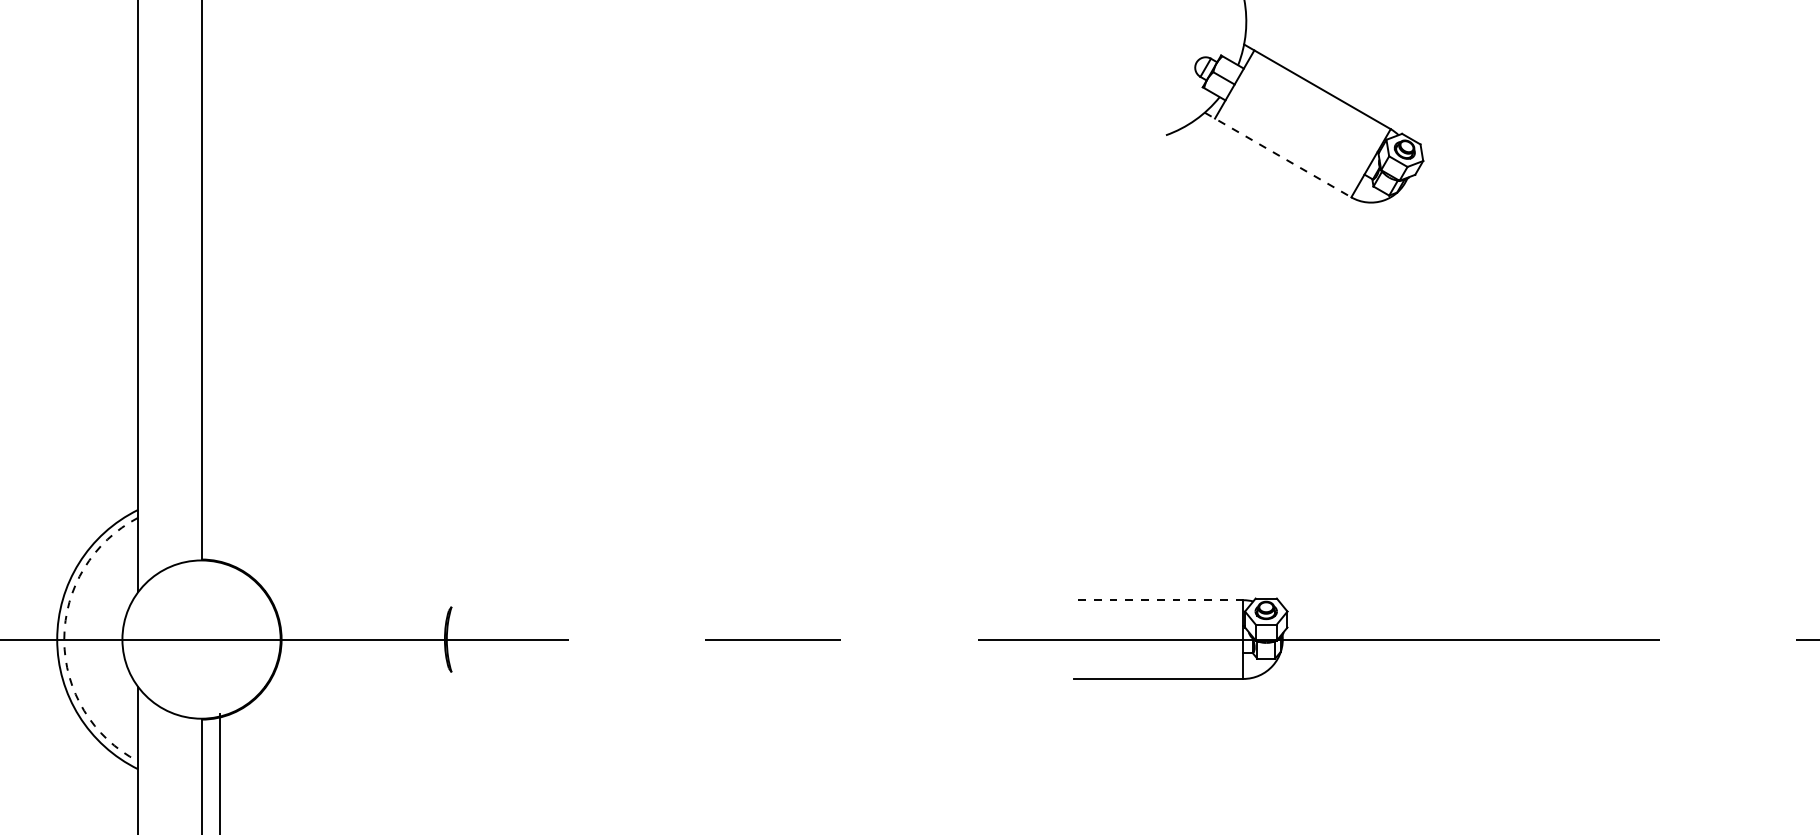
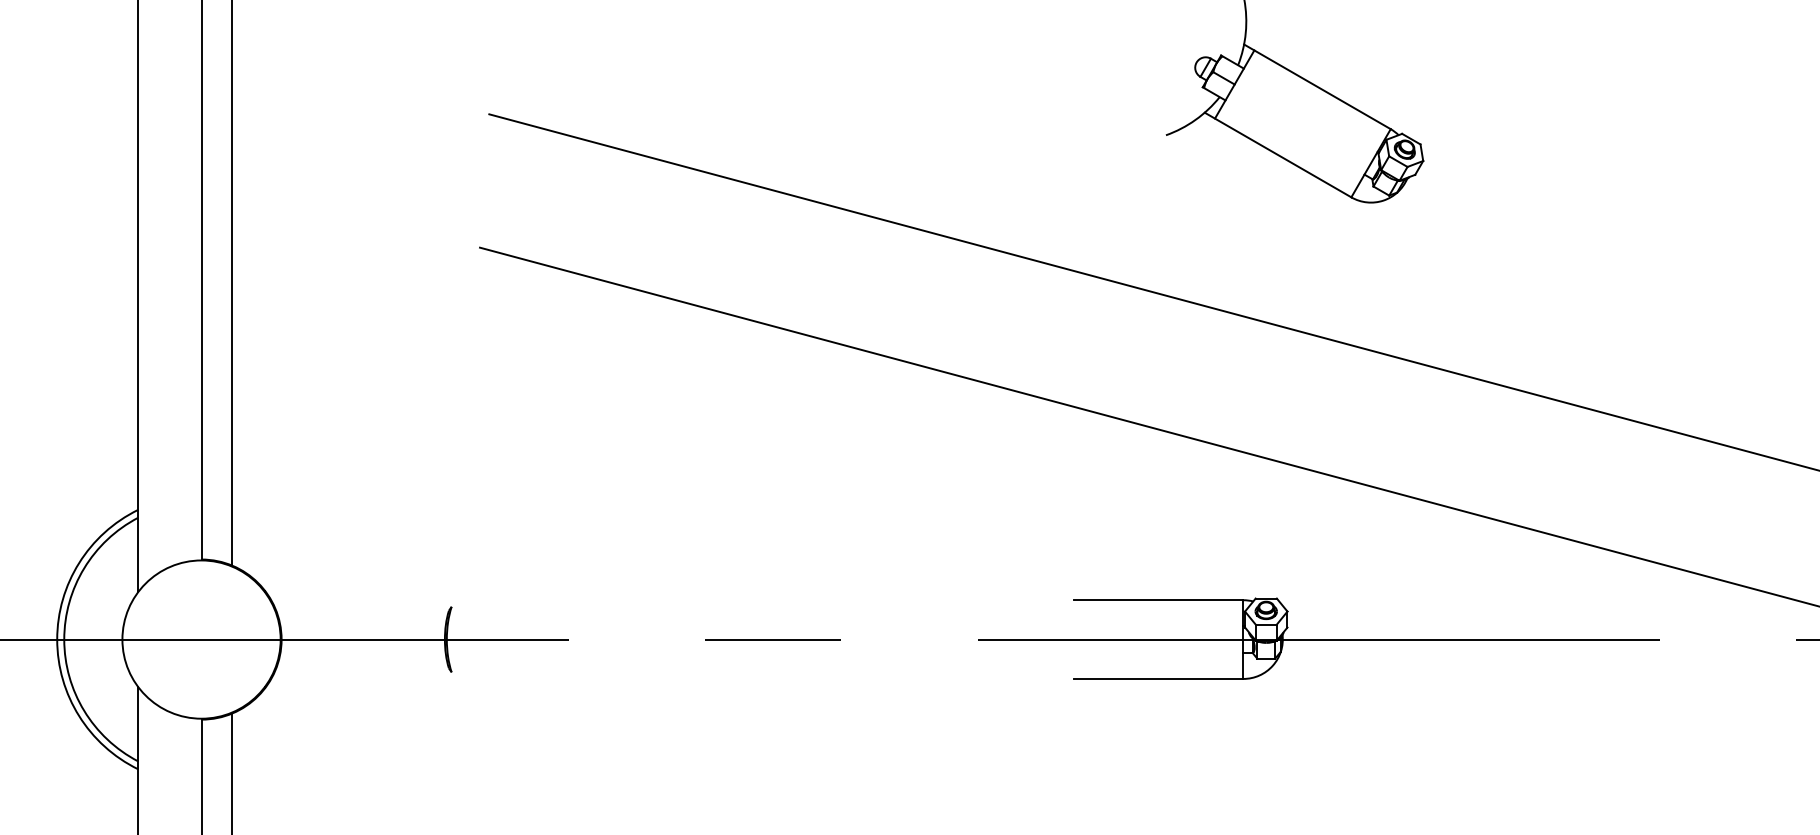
line at (1278, 155): dashed -> solid
line at (231, 283): none -> present
line at (1152, 292): none -> present
line at (1148, 426): none -> present
line at (1158, 600): dashed -> solid
arc at (64, 639): dashed -> solid
line at (219, 772) position: (219, 772) -> (231, 772)
